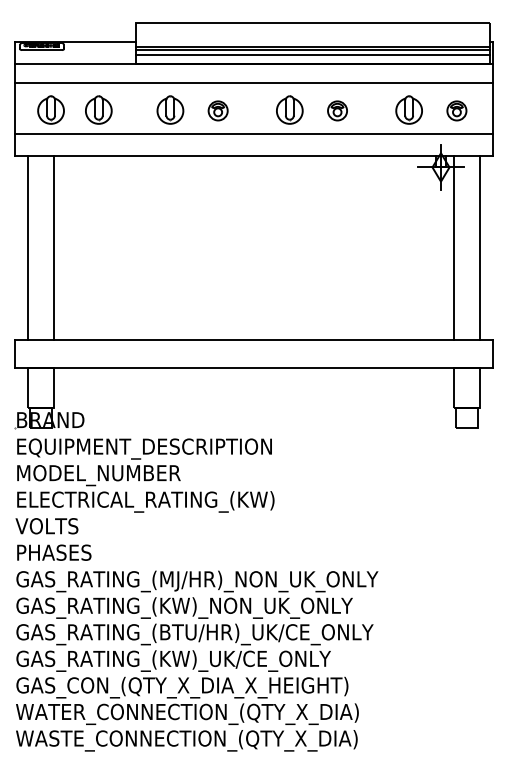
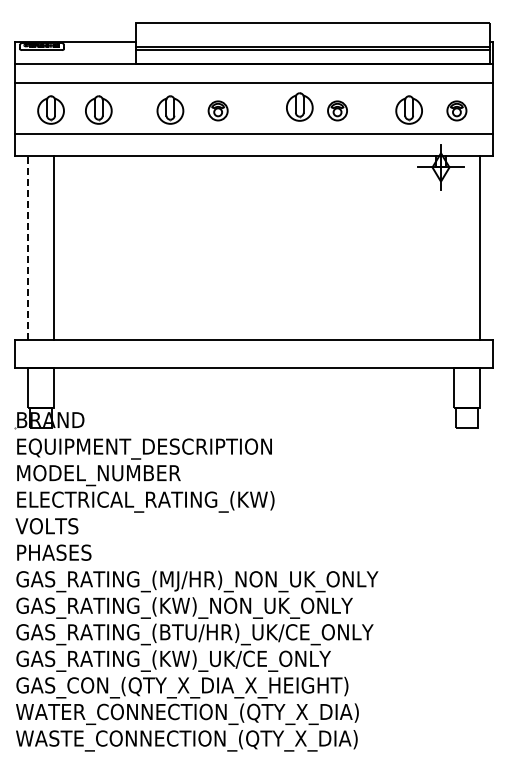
line at (312, 54): present -> none
part at (289, 109) position: (289, 109) -> (299, 106)
line at (28, 247): solid -> dashed
line at (454, 247): present -> none
